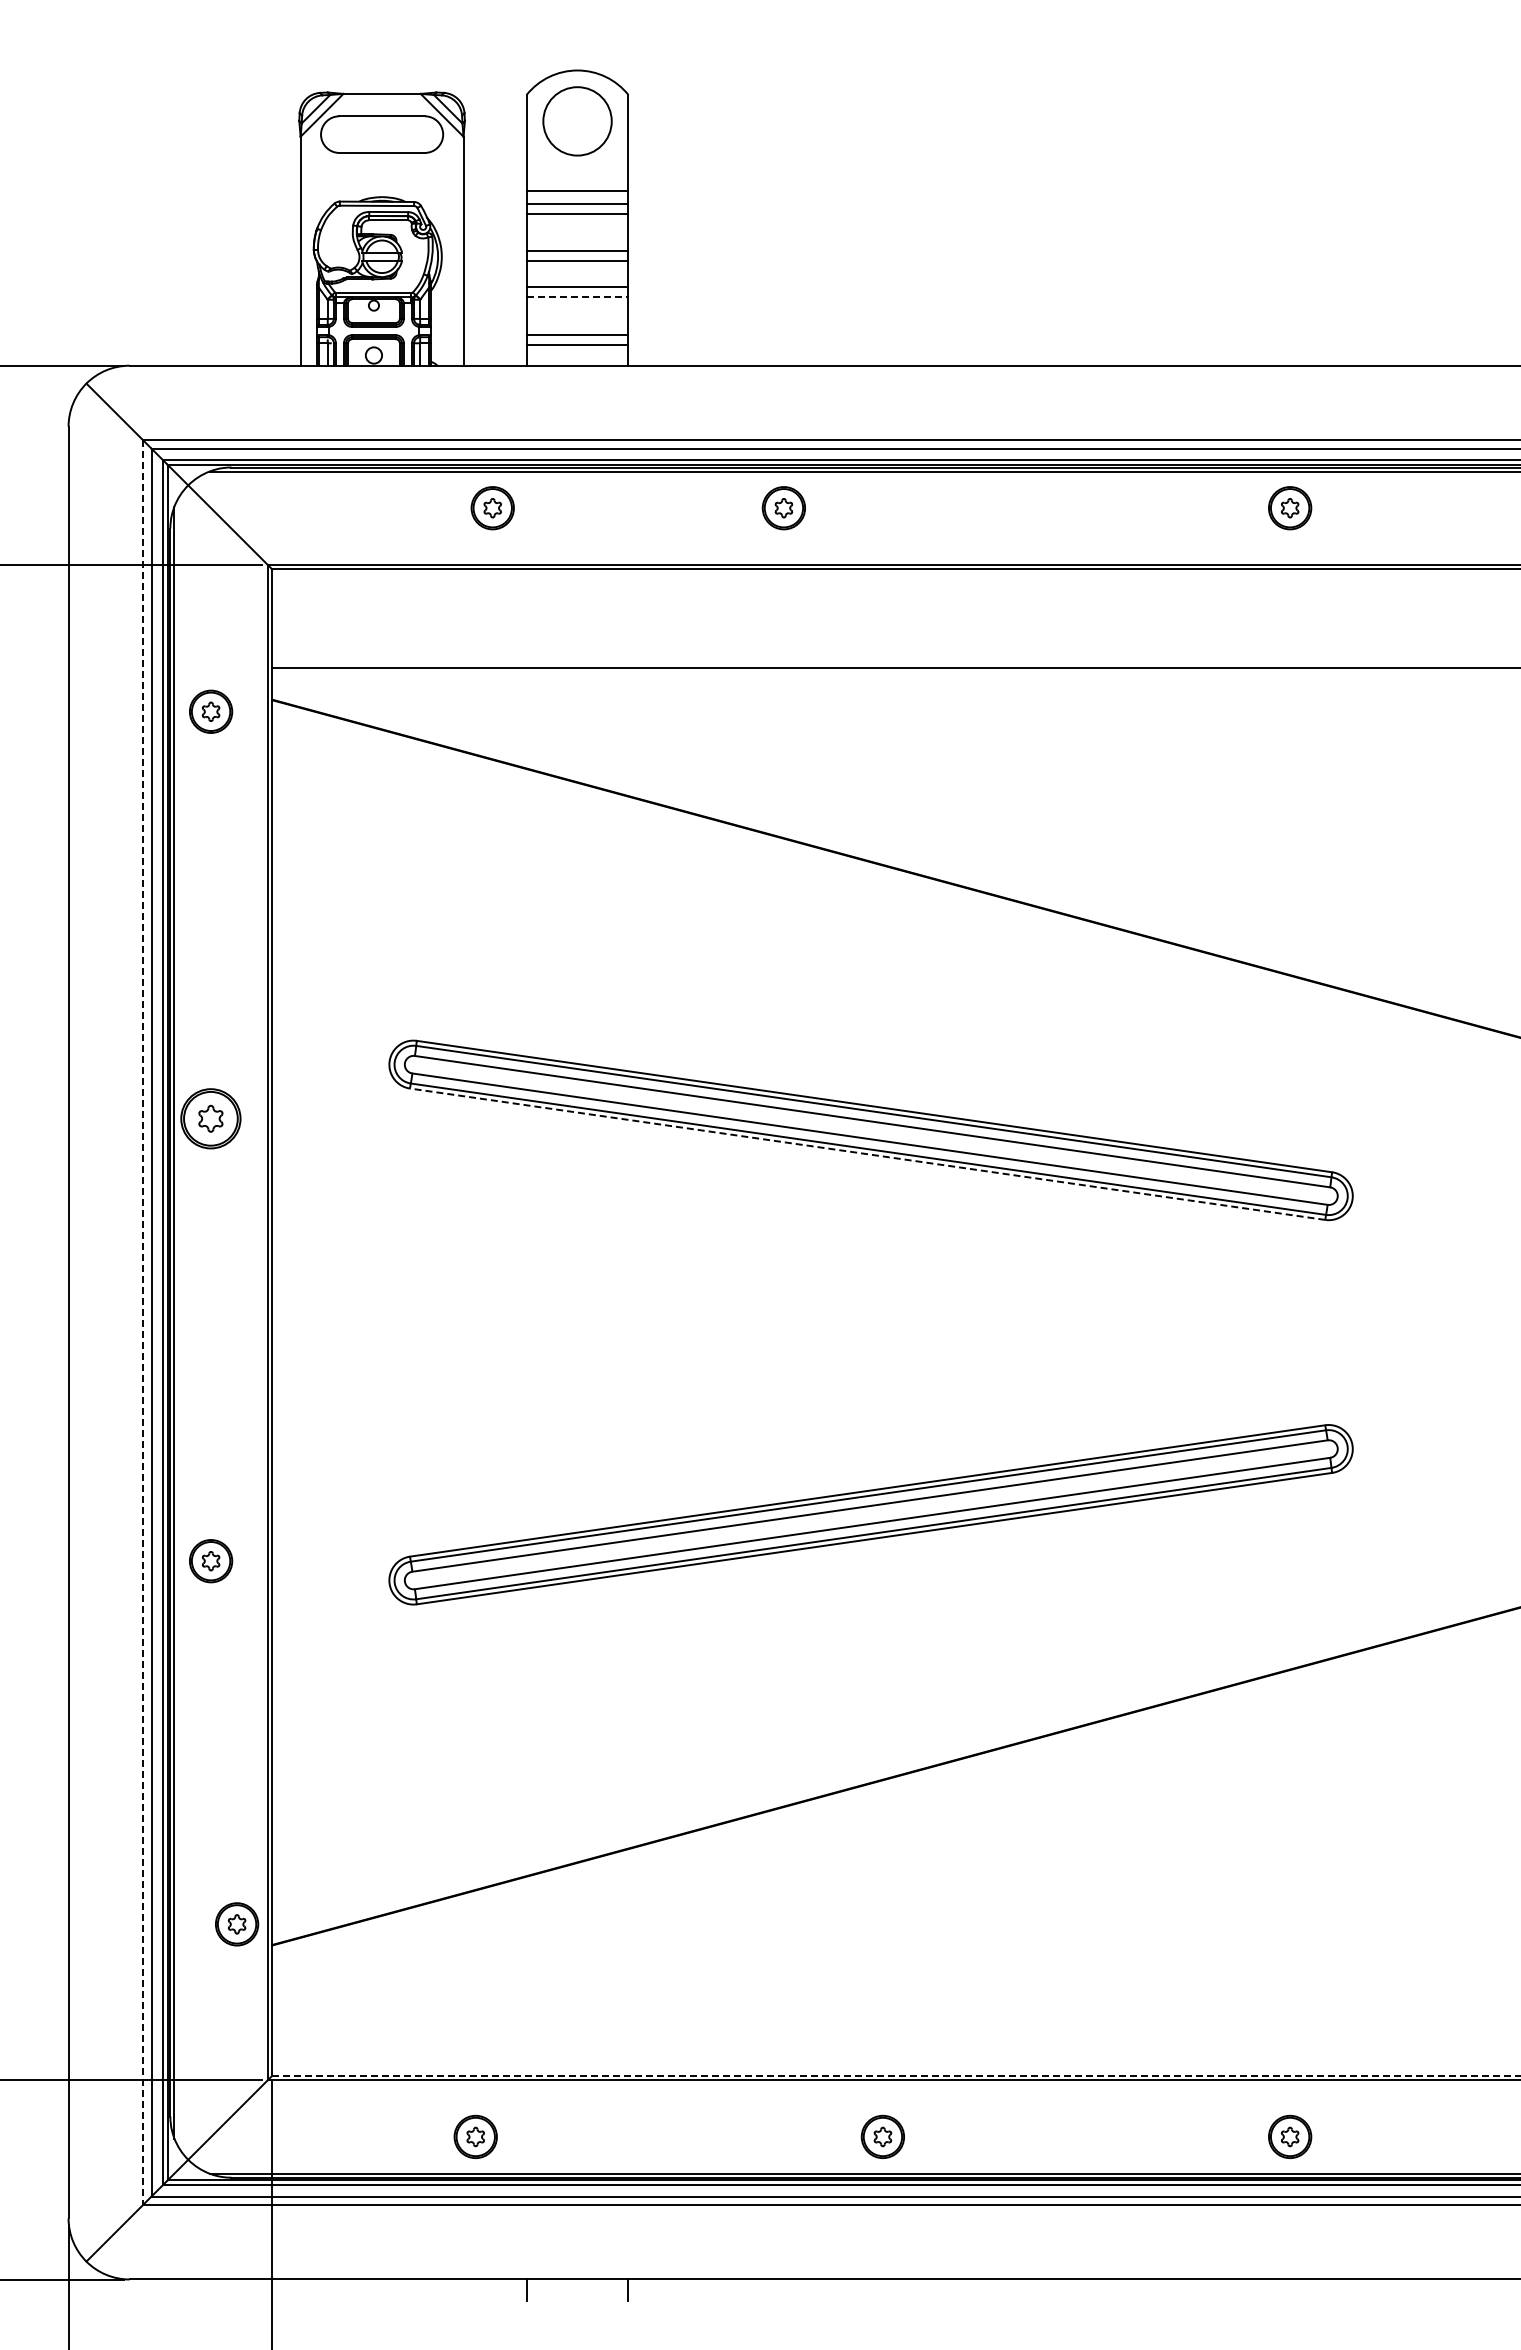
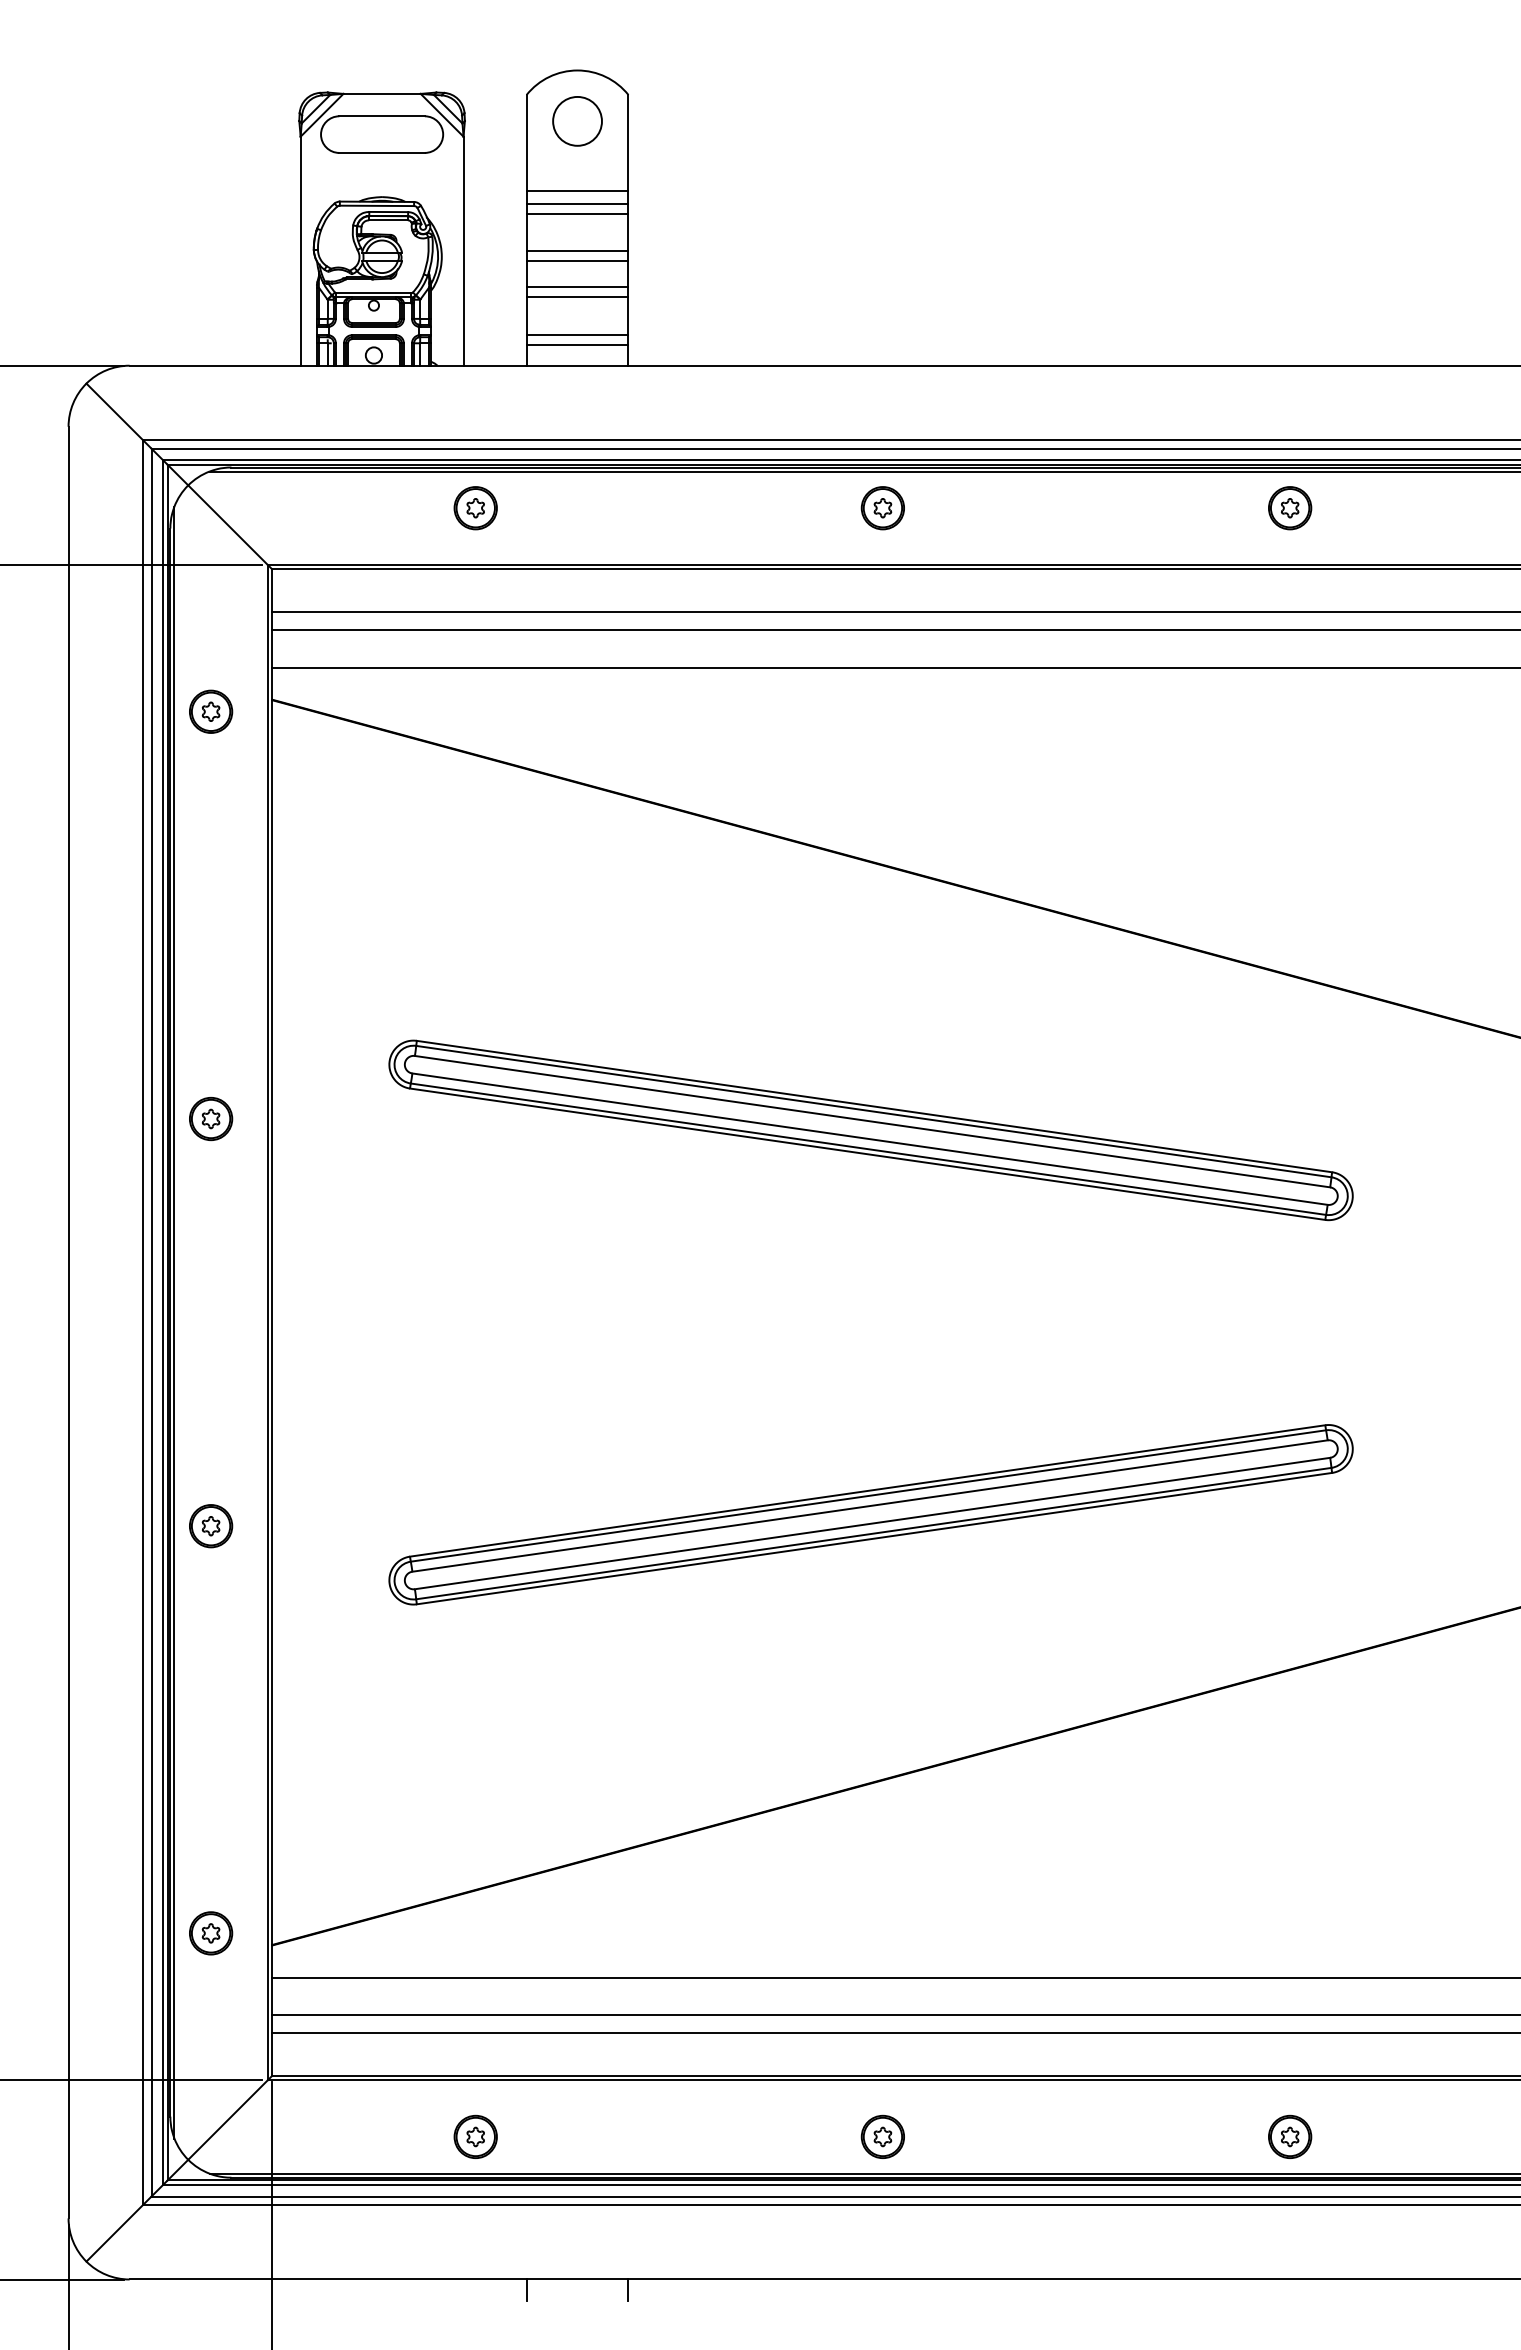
circle at (577, 121) diameter: 68 px -> 49 px
line at (577, 297): dashed -> solid
part at (492, 508) position: (492, 508) -> (475, 508)
part at (783, 508) position: (783, 508) -> (882, 508)
line at (894, 612): none -> present
line at (894, 630): none -> present
part at (210, 1118) size: 62x62 px -> 45x45 px
line at (867, 1154): dashed -> solid
line at (142, 1322): dashed -> solid
part at (211, 1561) position: (211, 1561) -> (211, 1526)
part at (237, 1924) position: (237, 1924) -> (211, 1933)
line at (894, 1977): none -> present
line at (894, 2014): none -> present
line at (894, 2033): none -> present
line at (897, 2075): dashed -> solid
